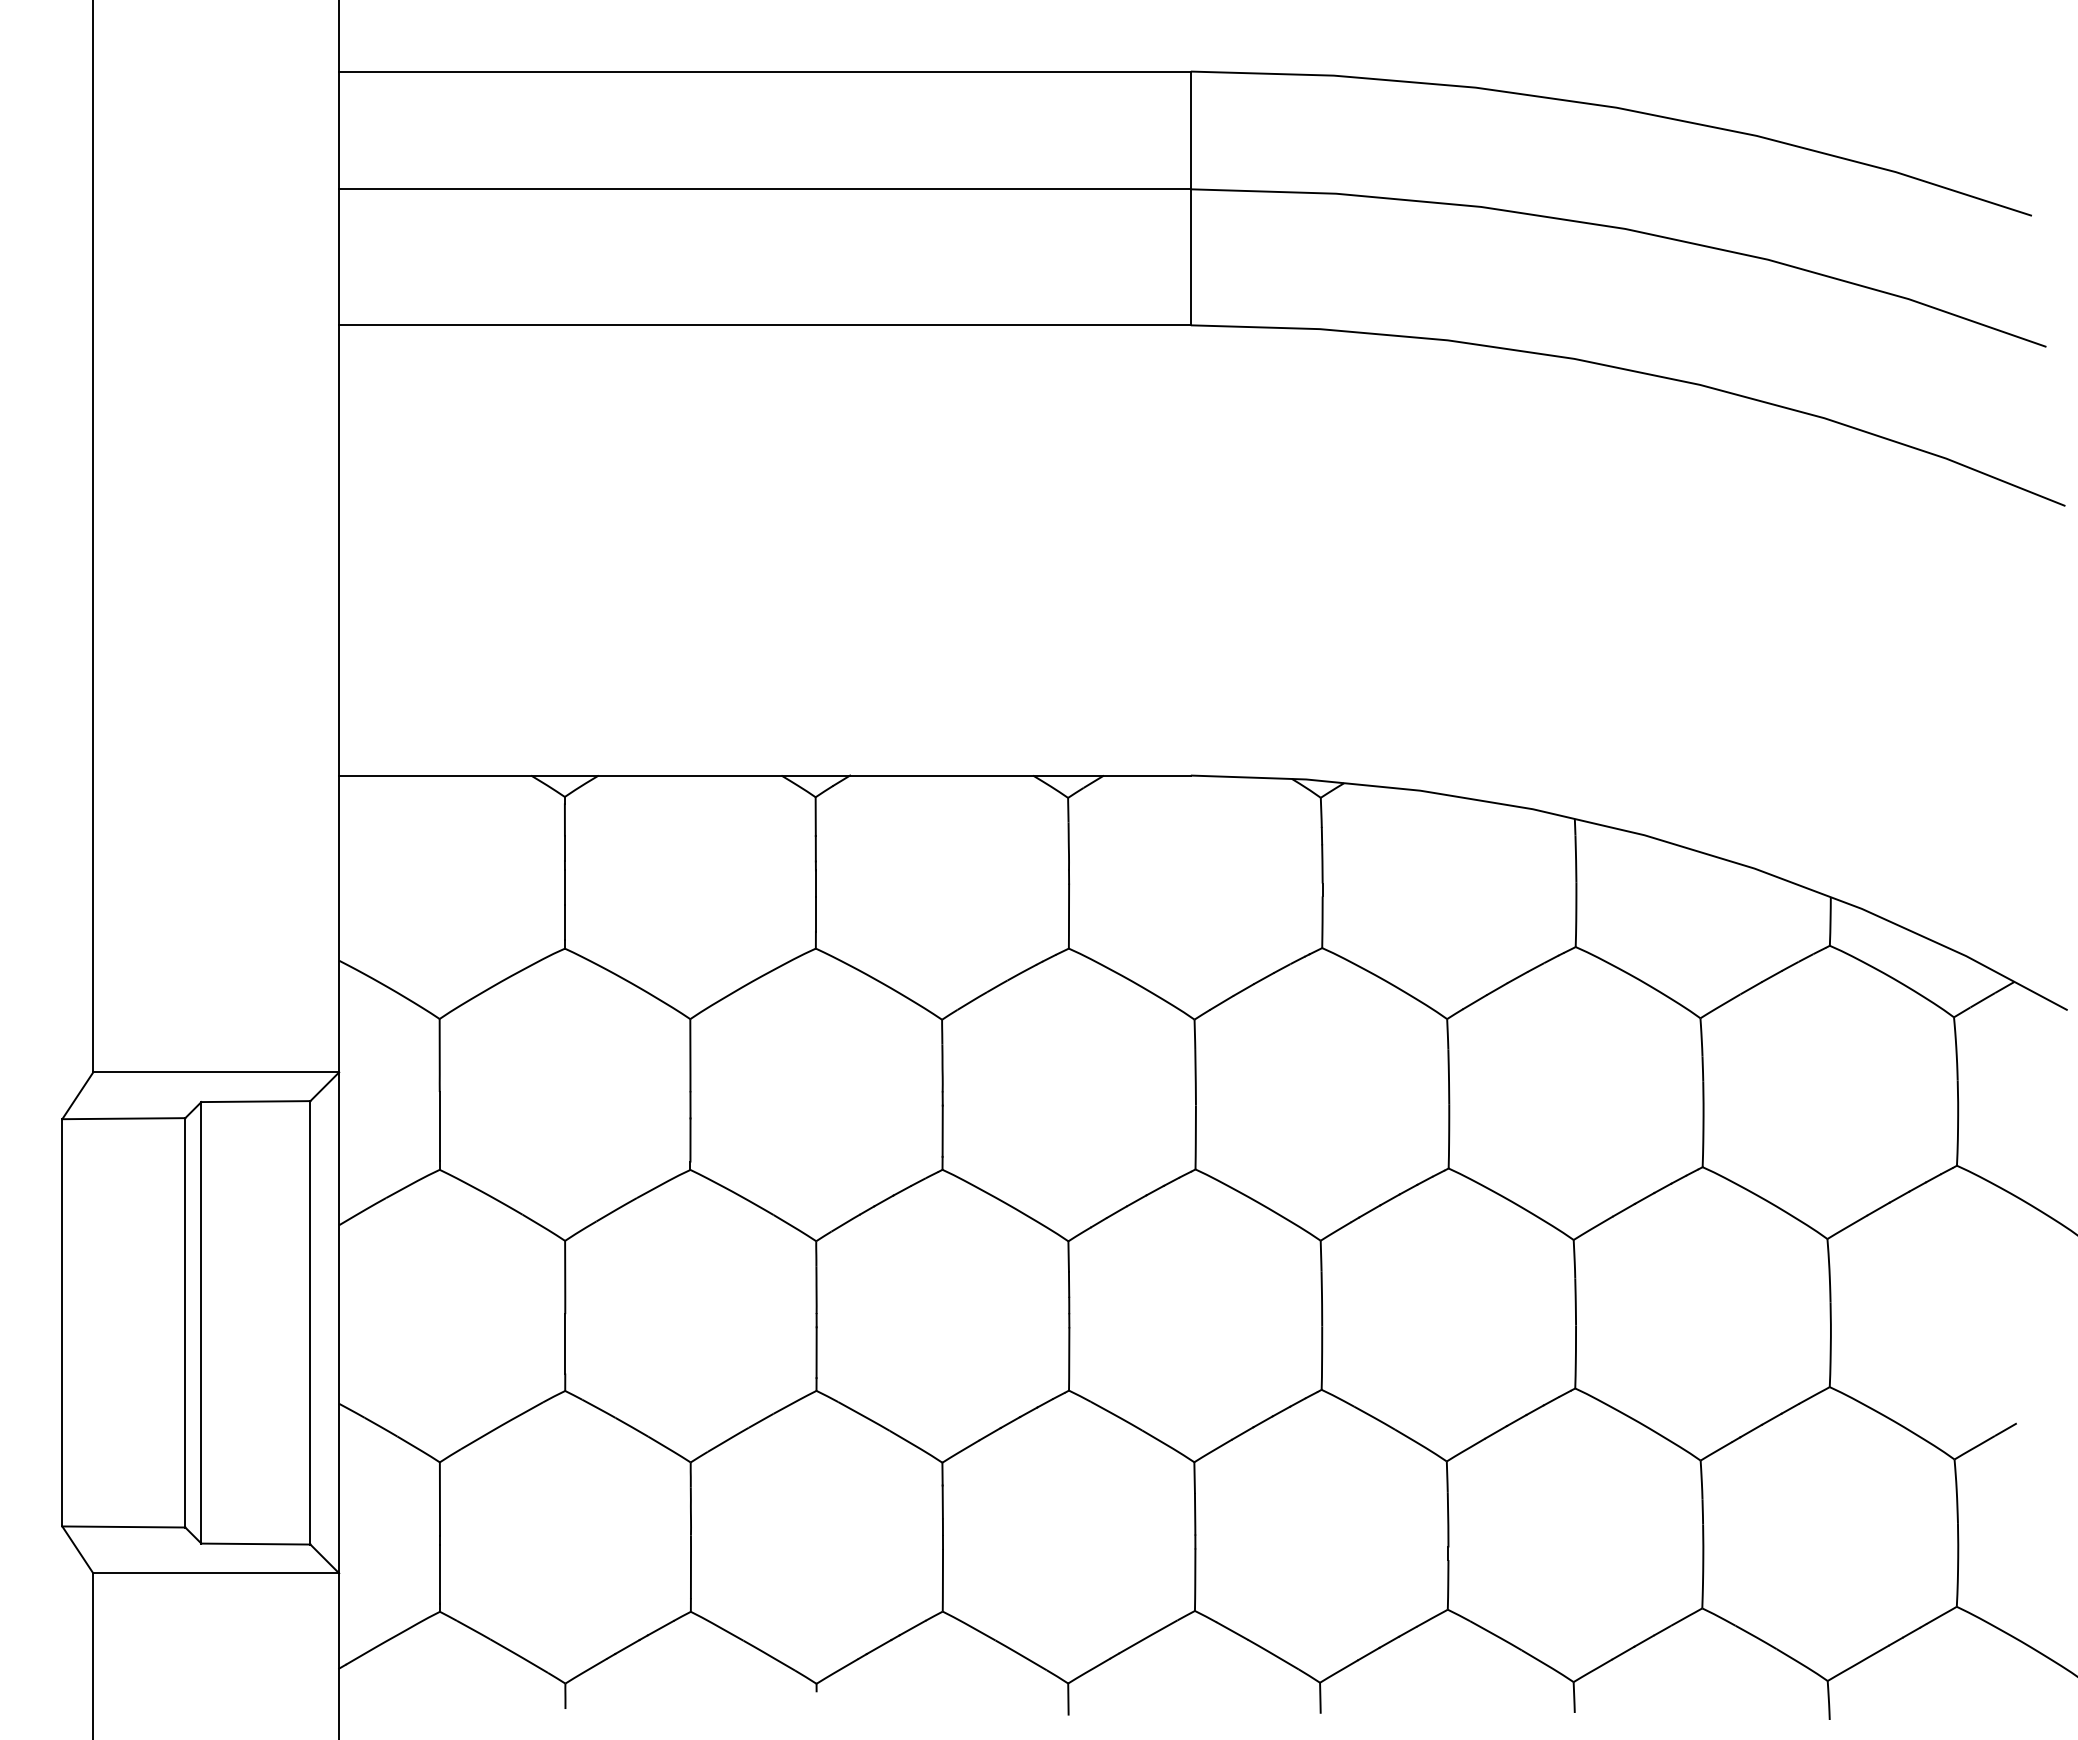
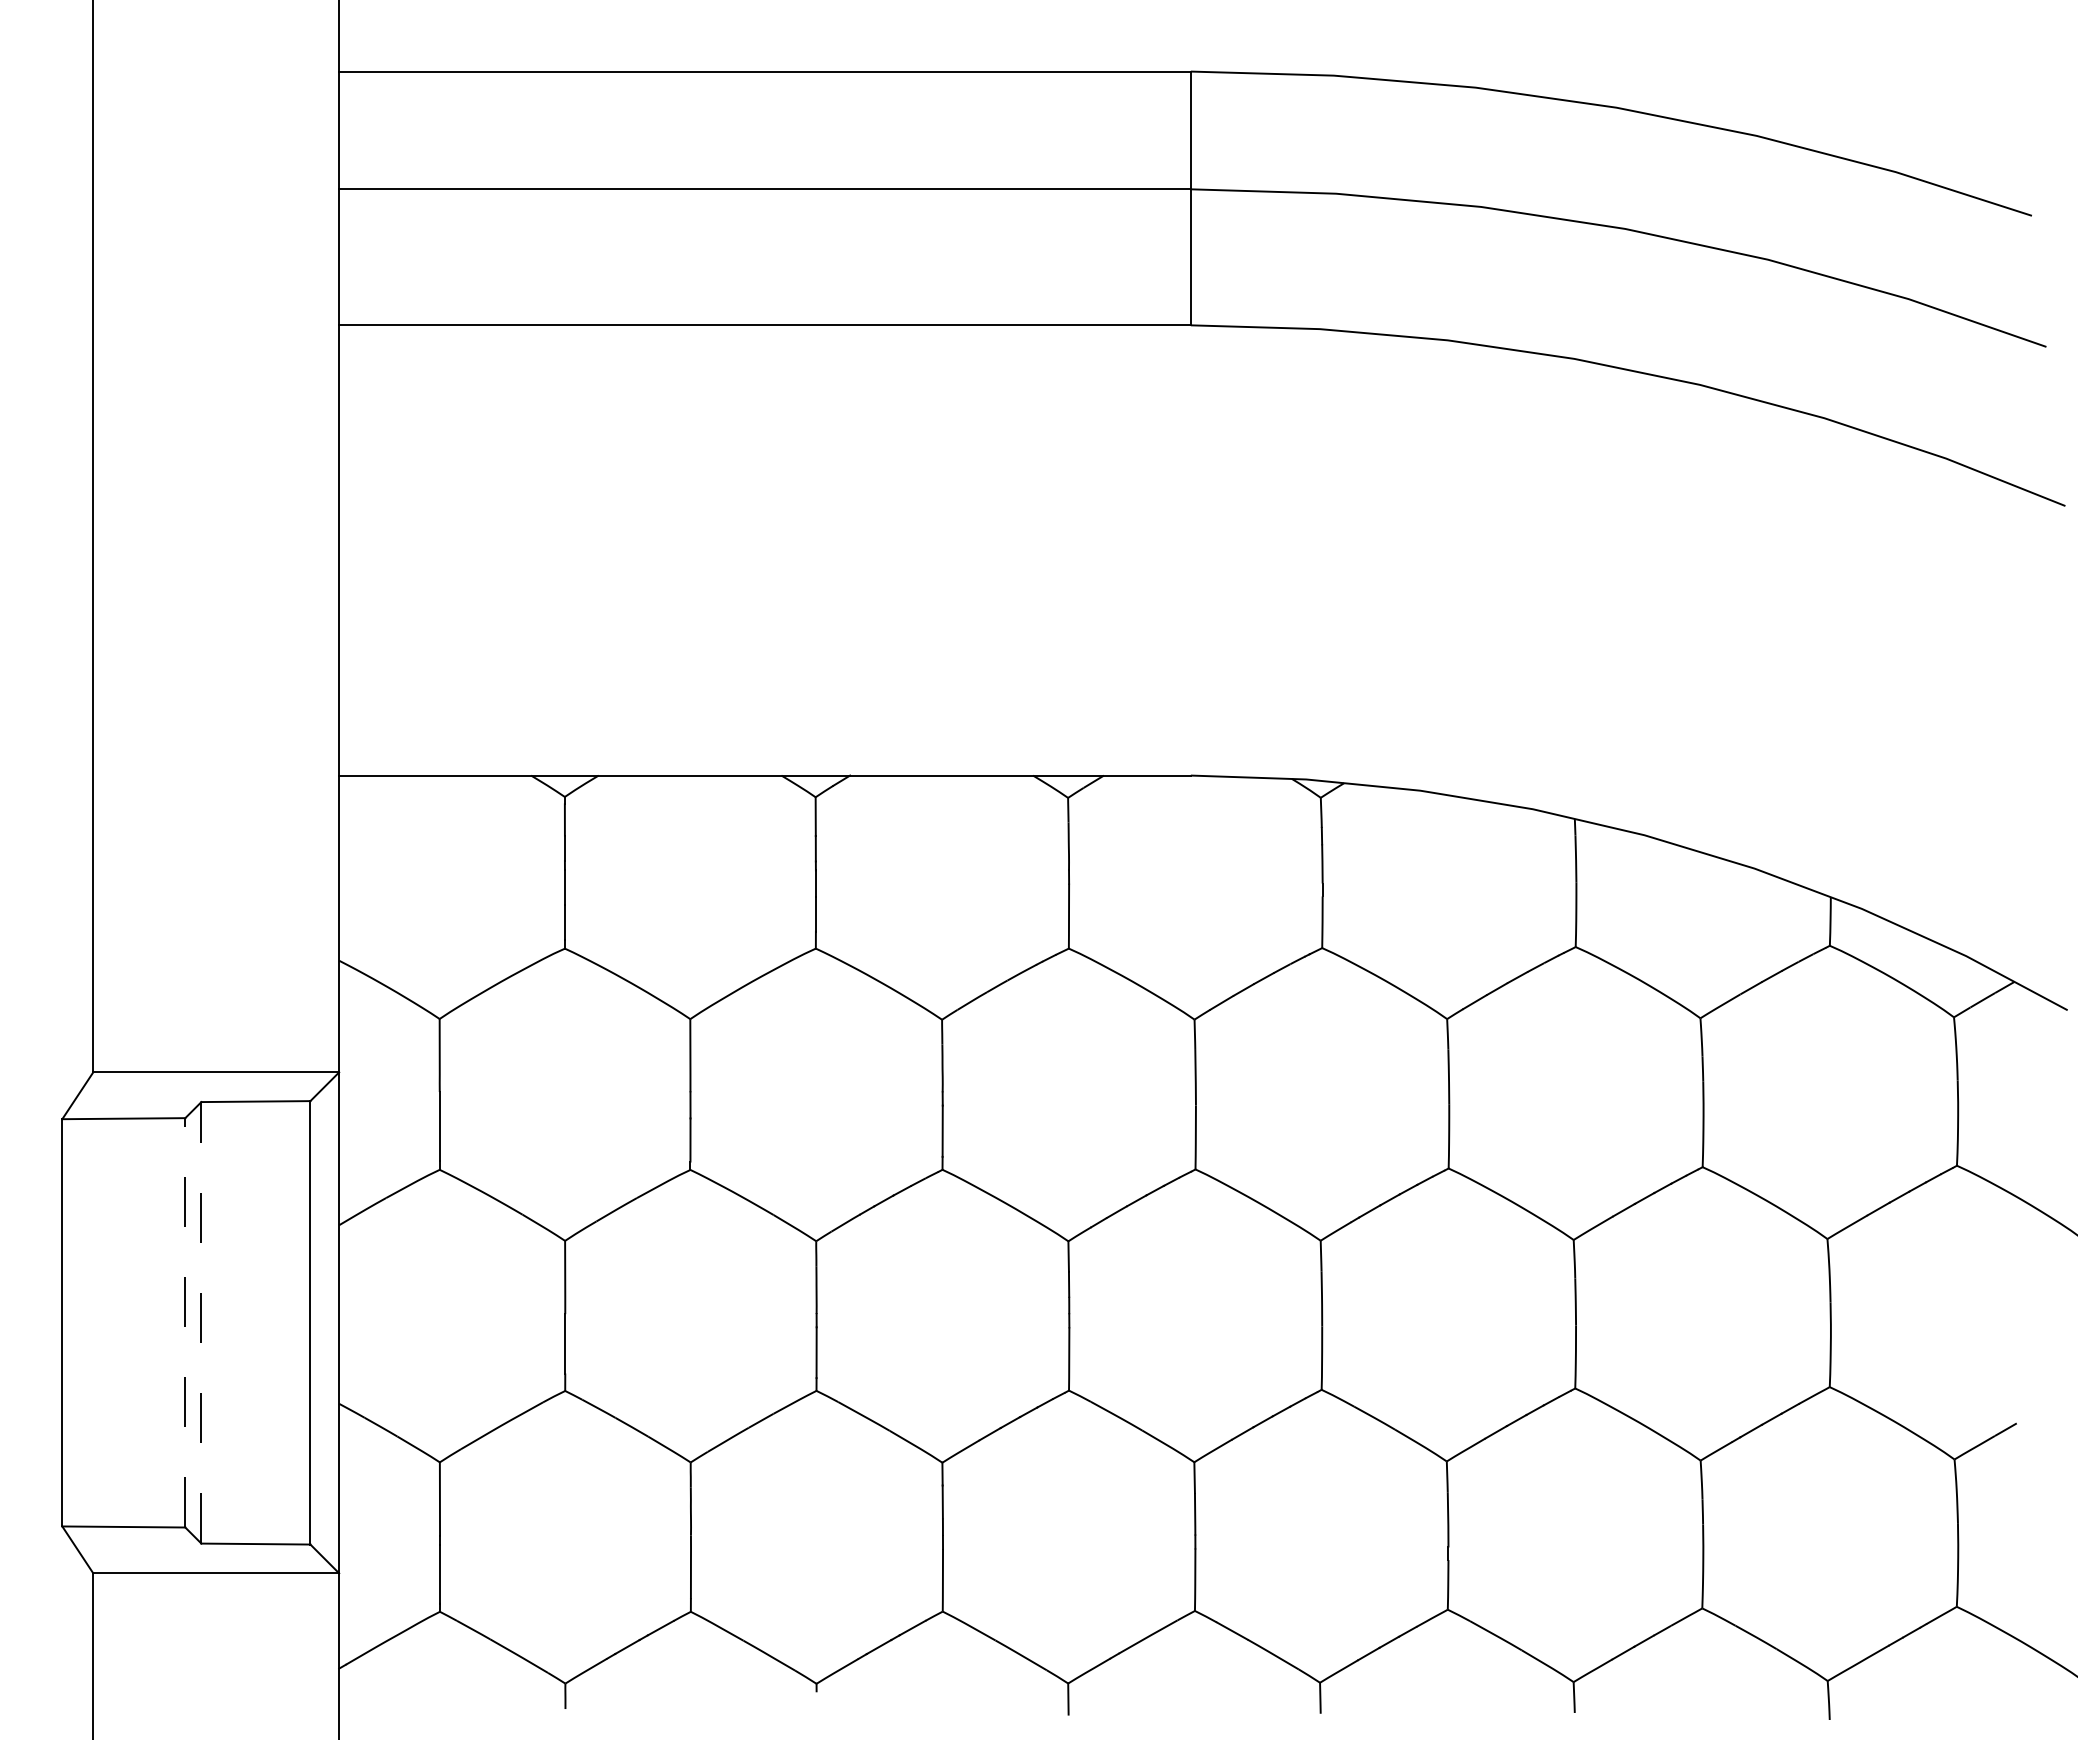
line at (185, 1322): solid -> dashed
line at (201, 1322): solid -> dashed
